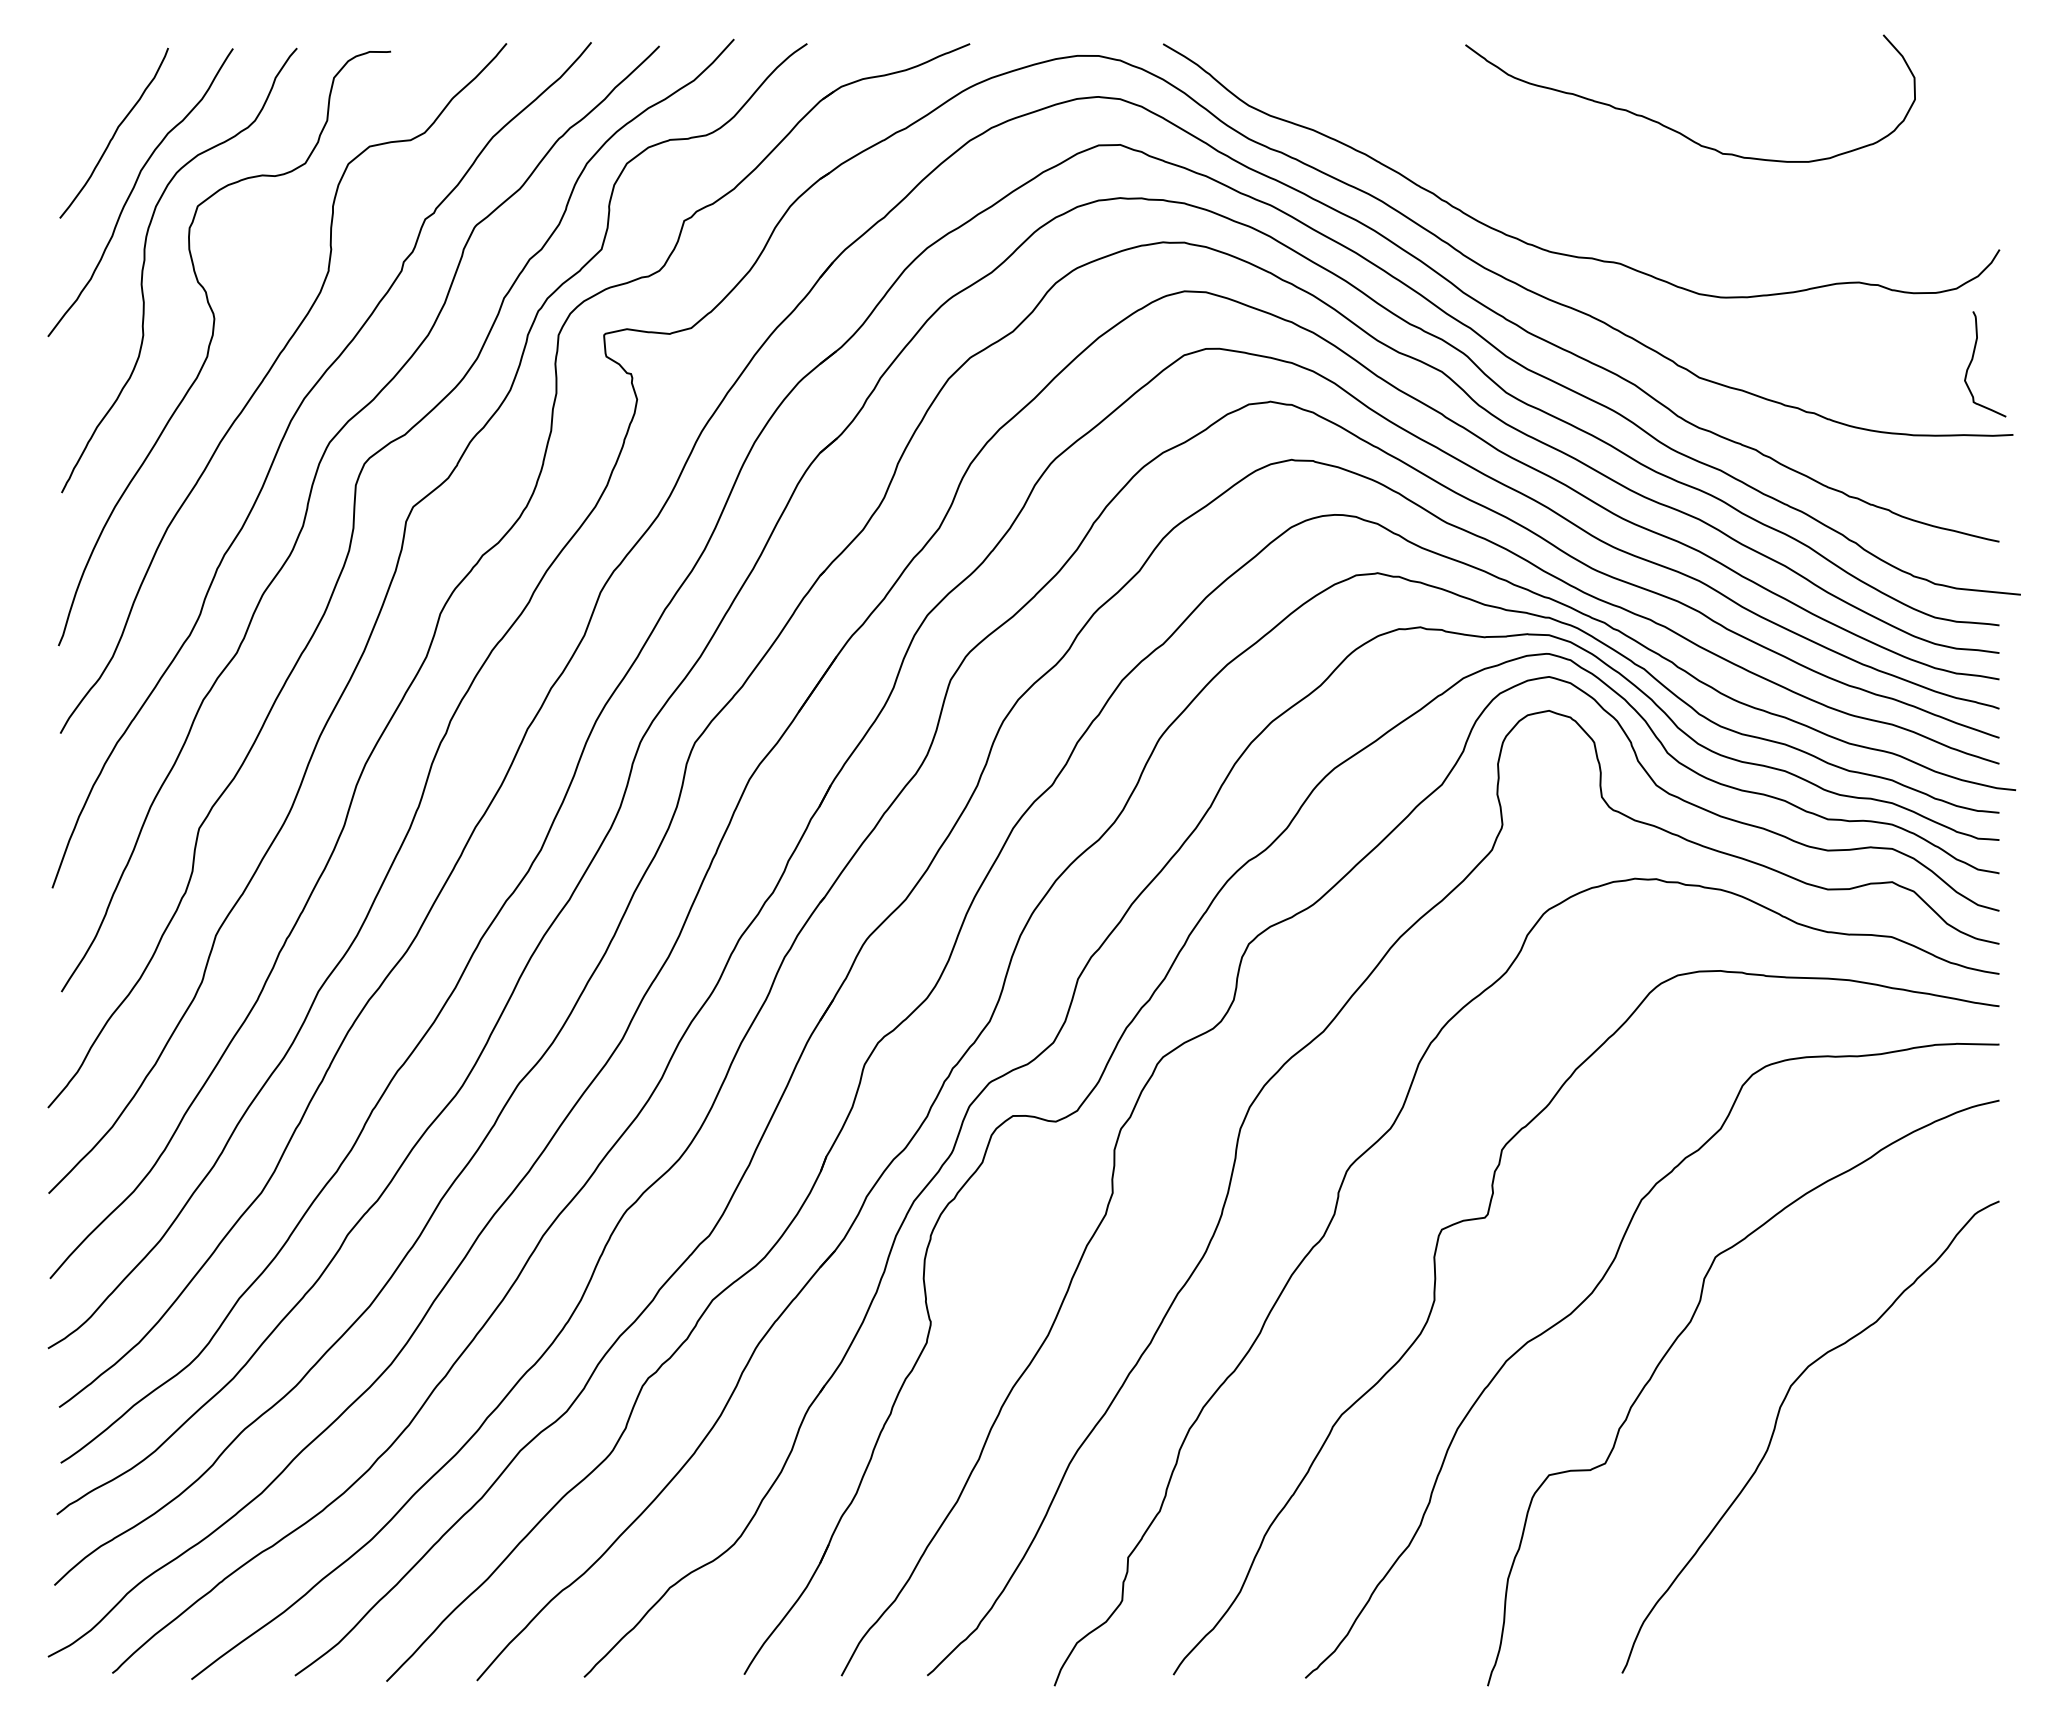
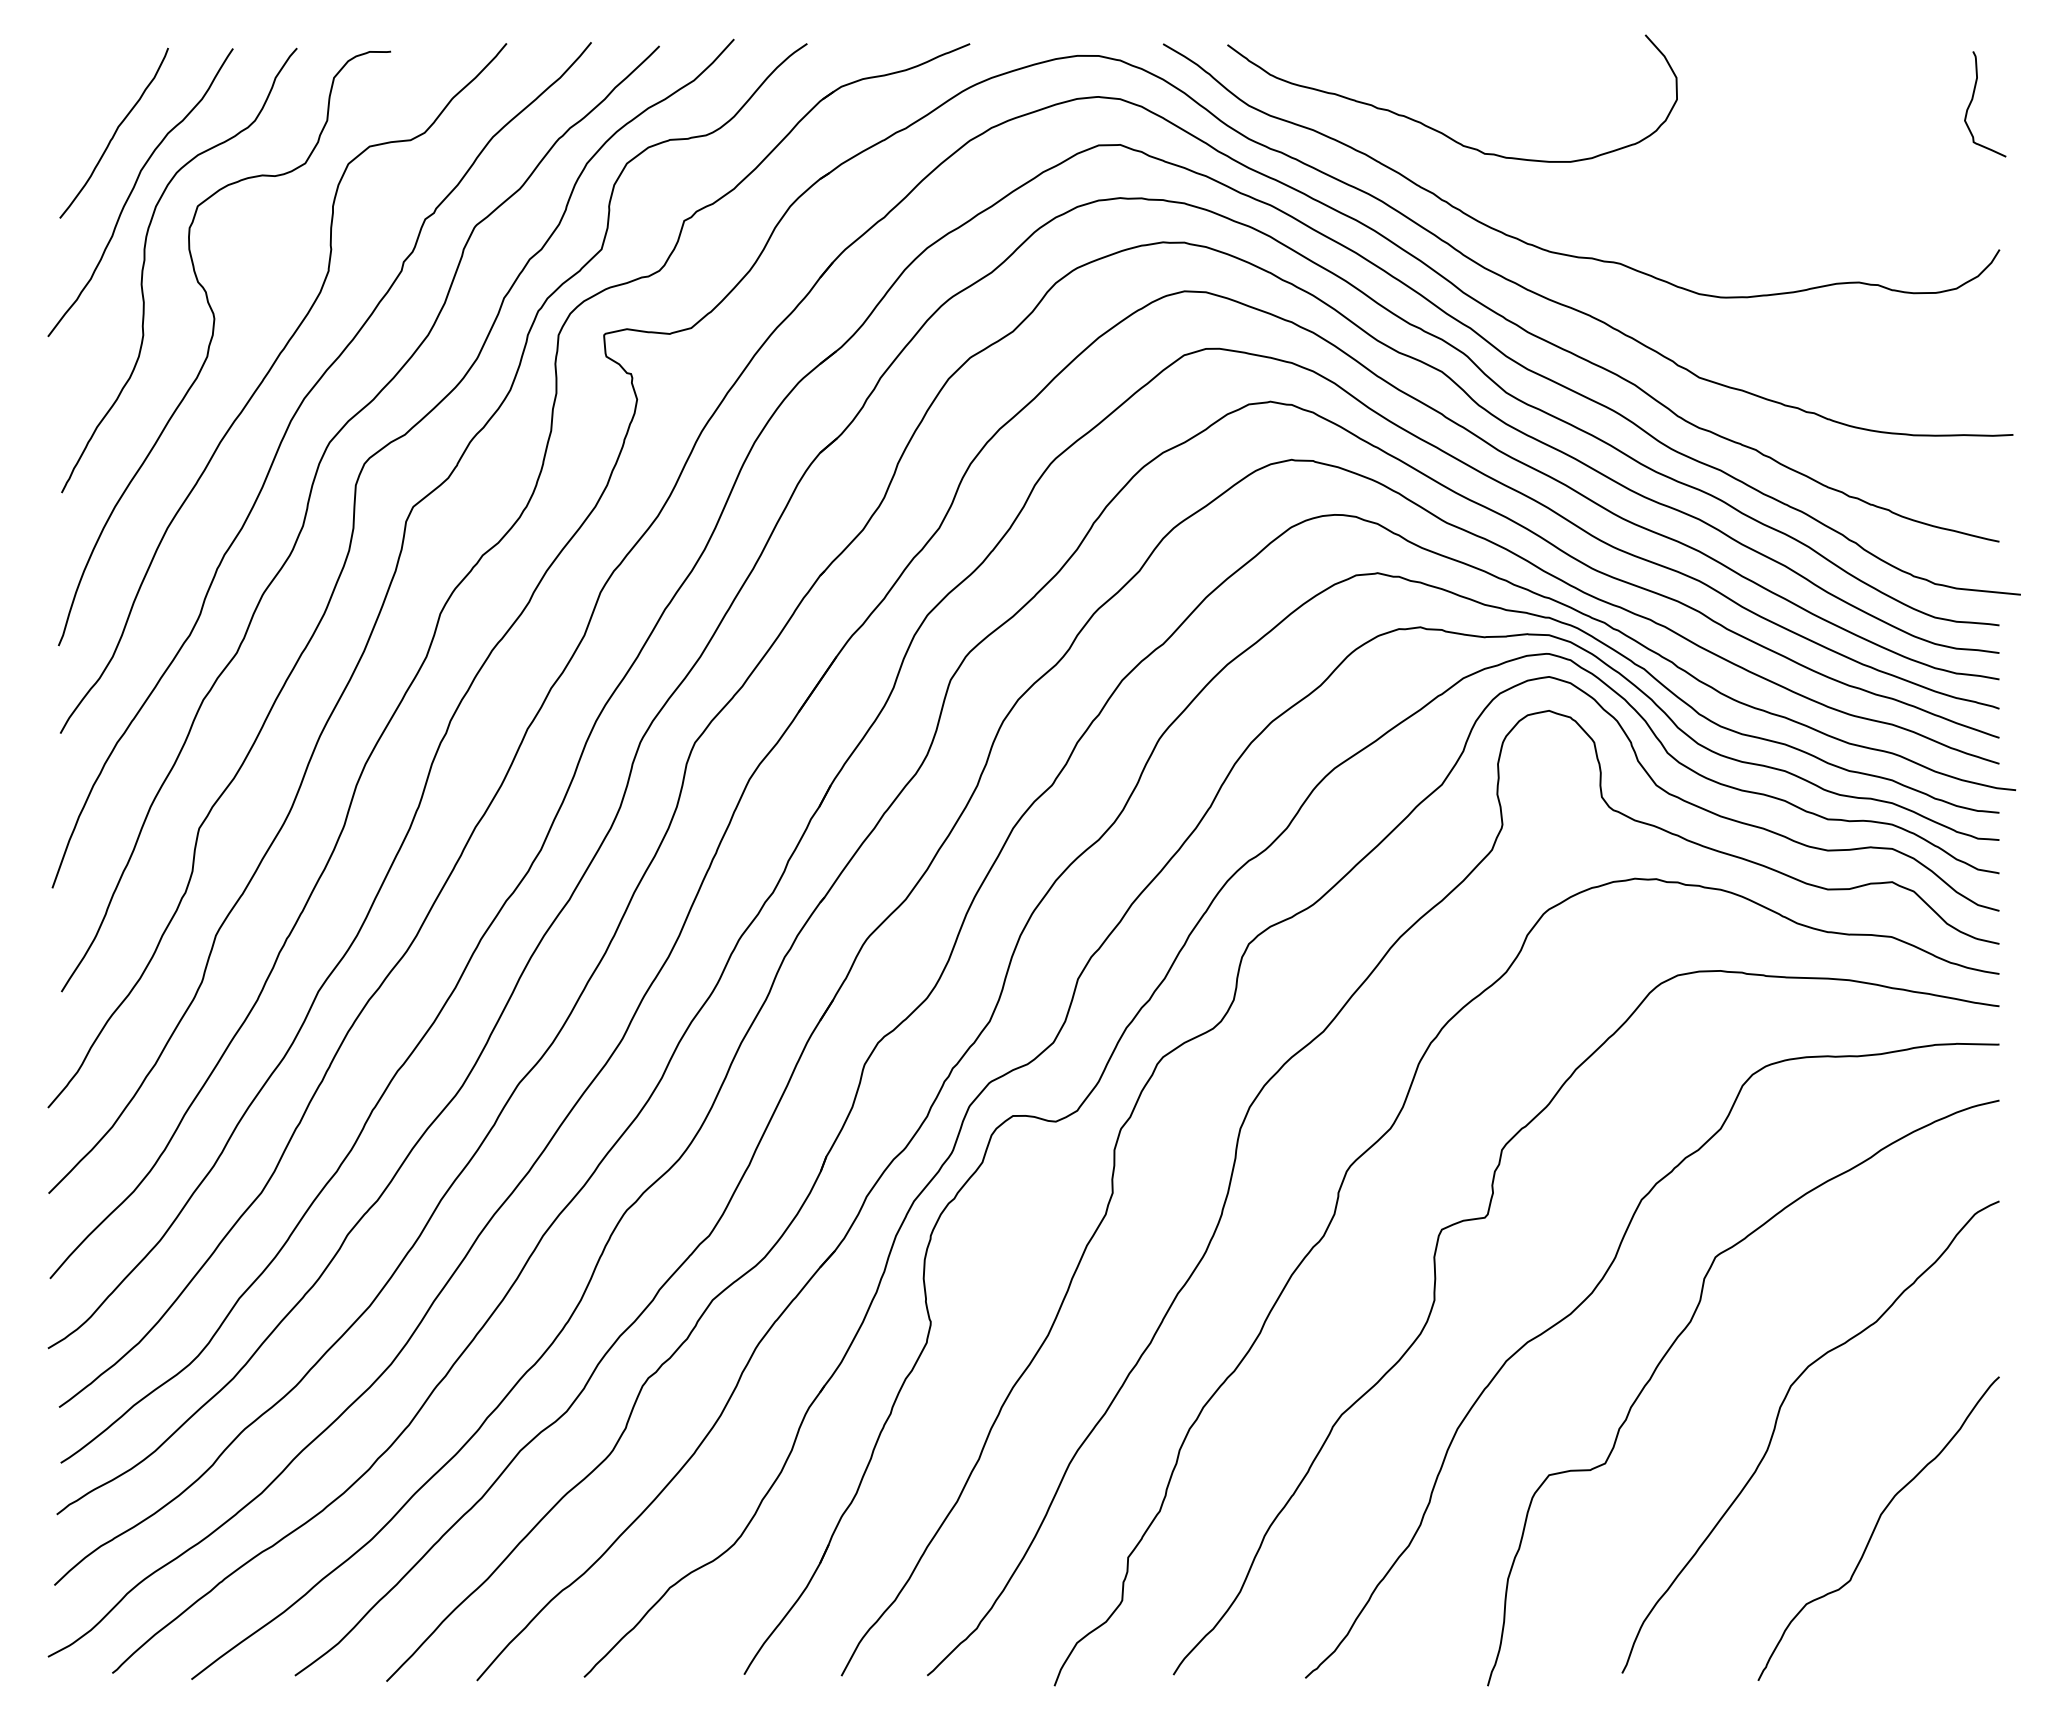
curve at (1674, 129) position: (1674, 129) -> (1436, 129)
curve at (1973, 359) position: (1973, 359) -> (1973, 99)
curve at (1876, 1527): none -> present
